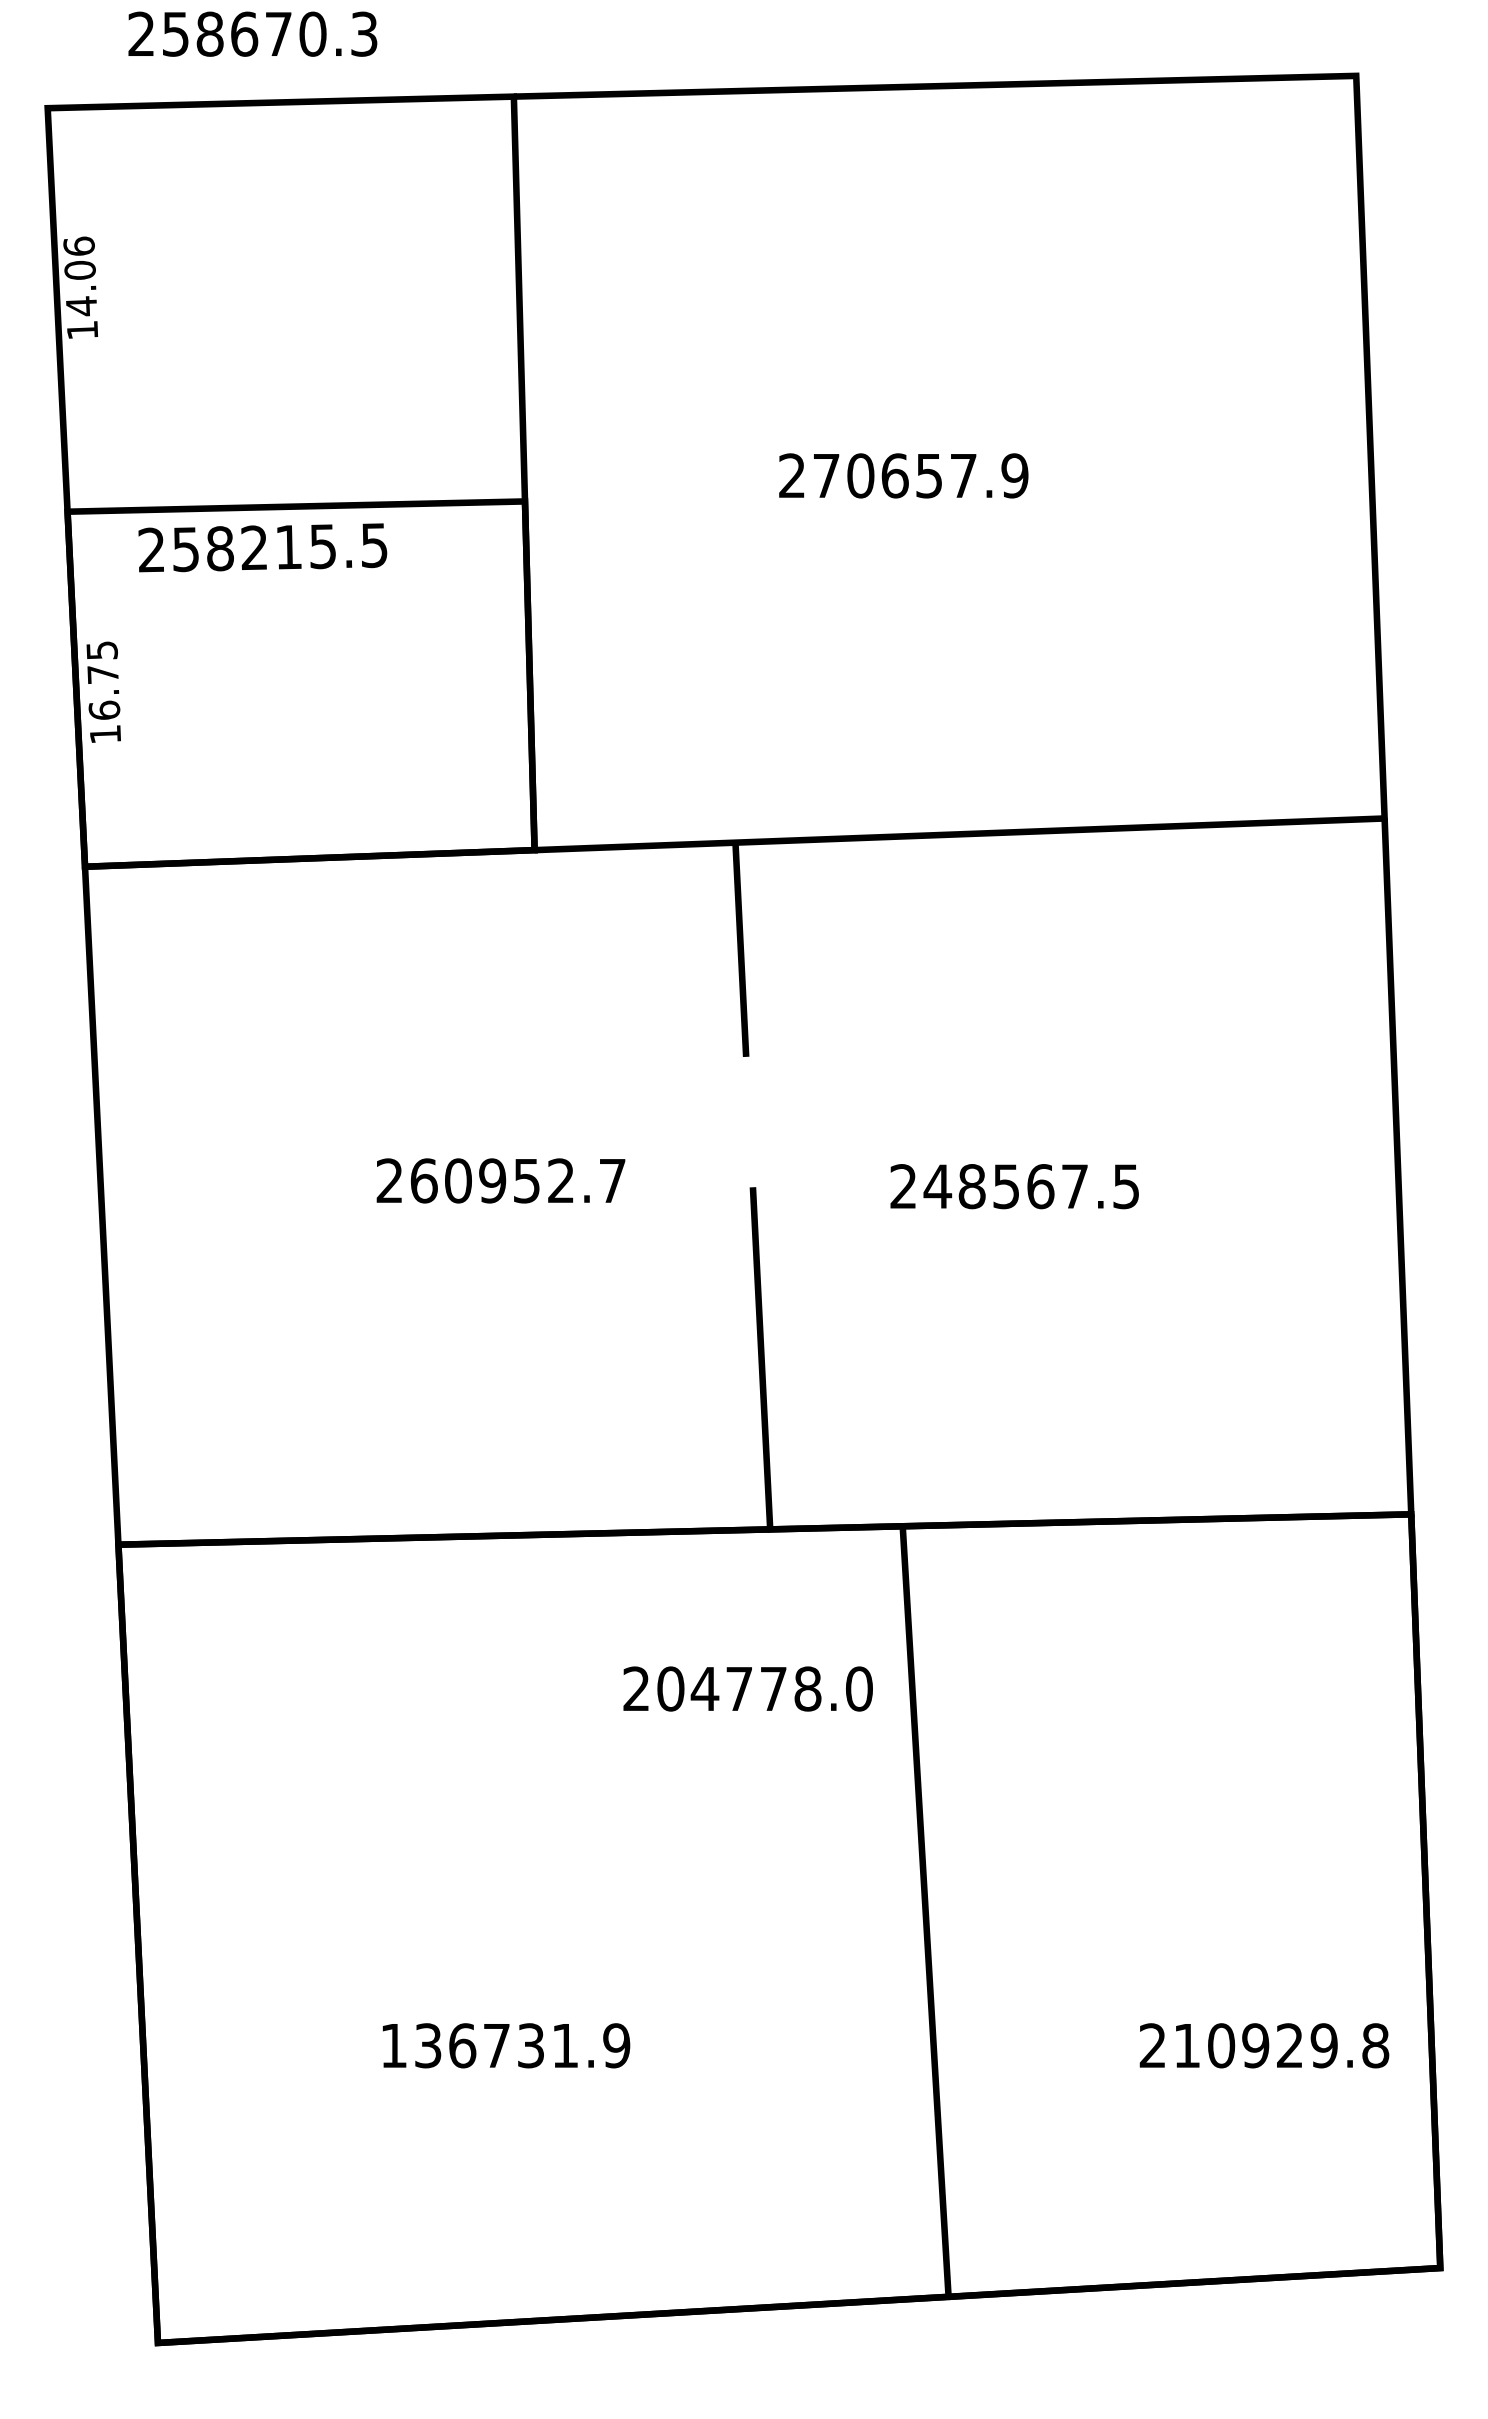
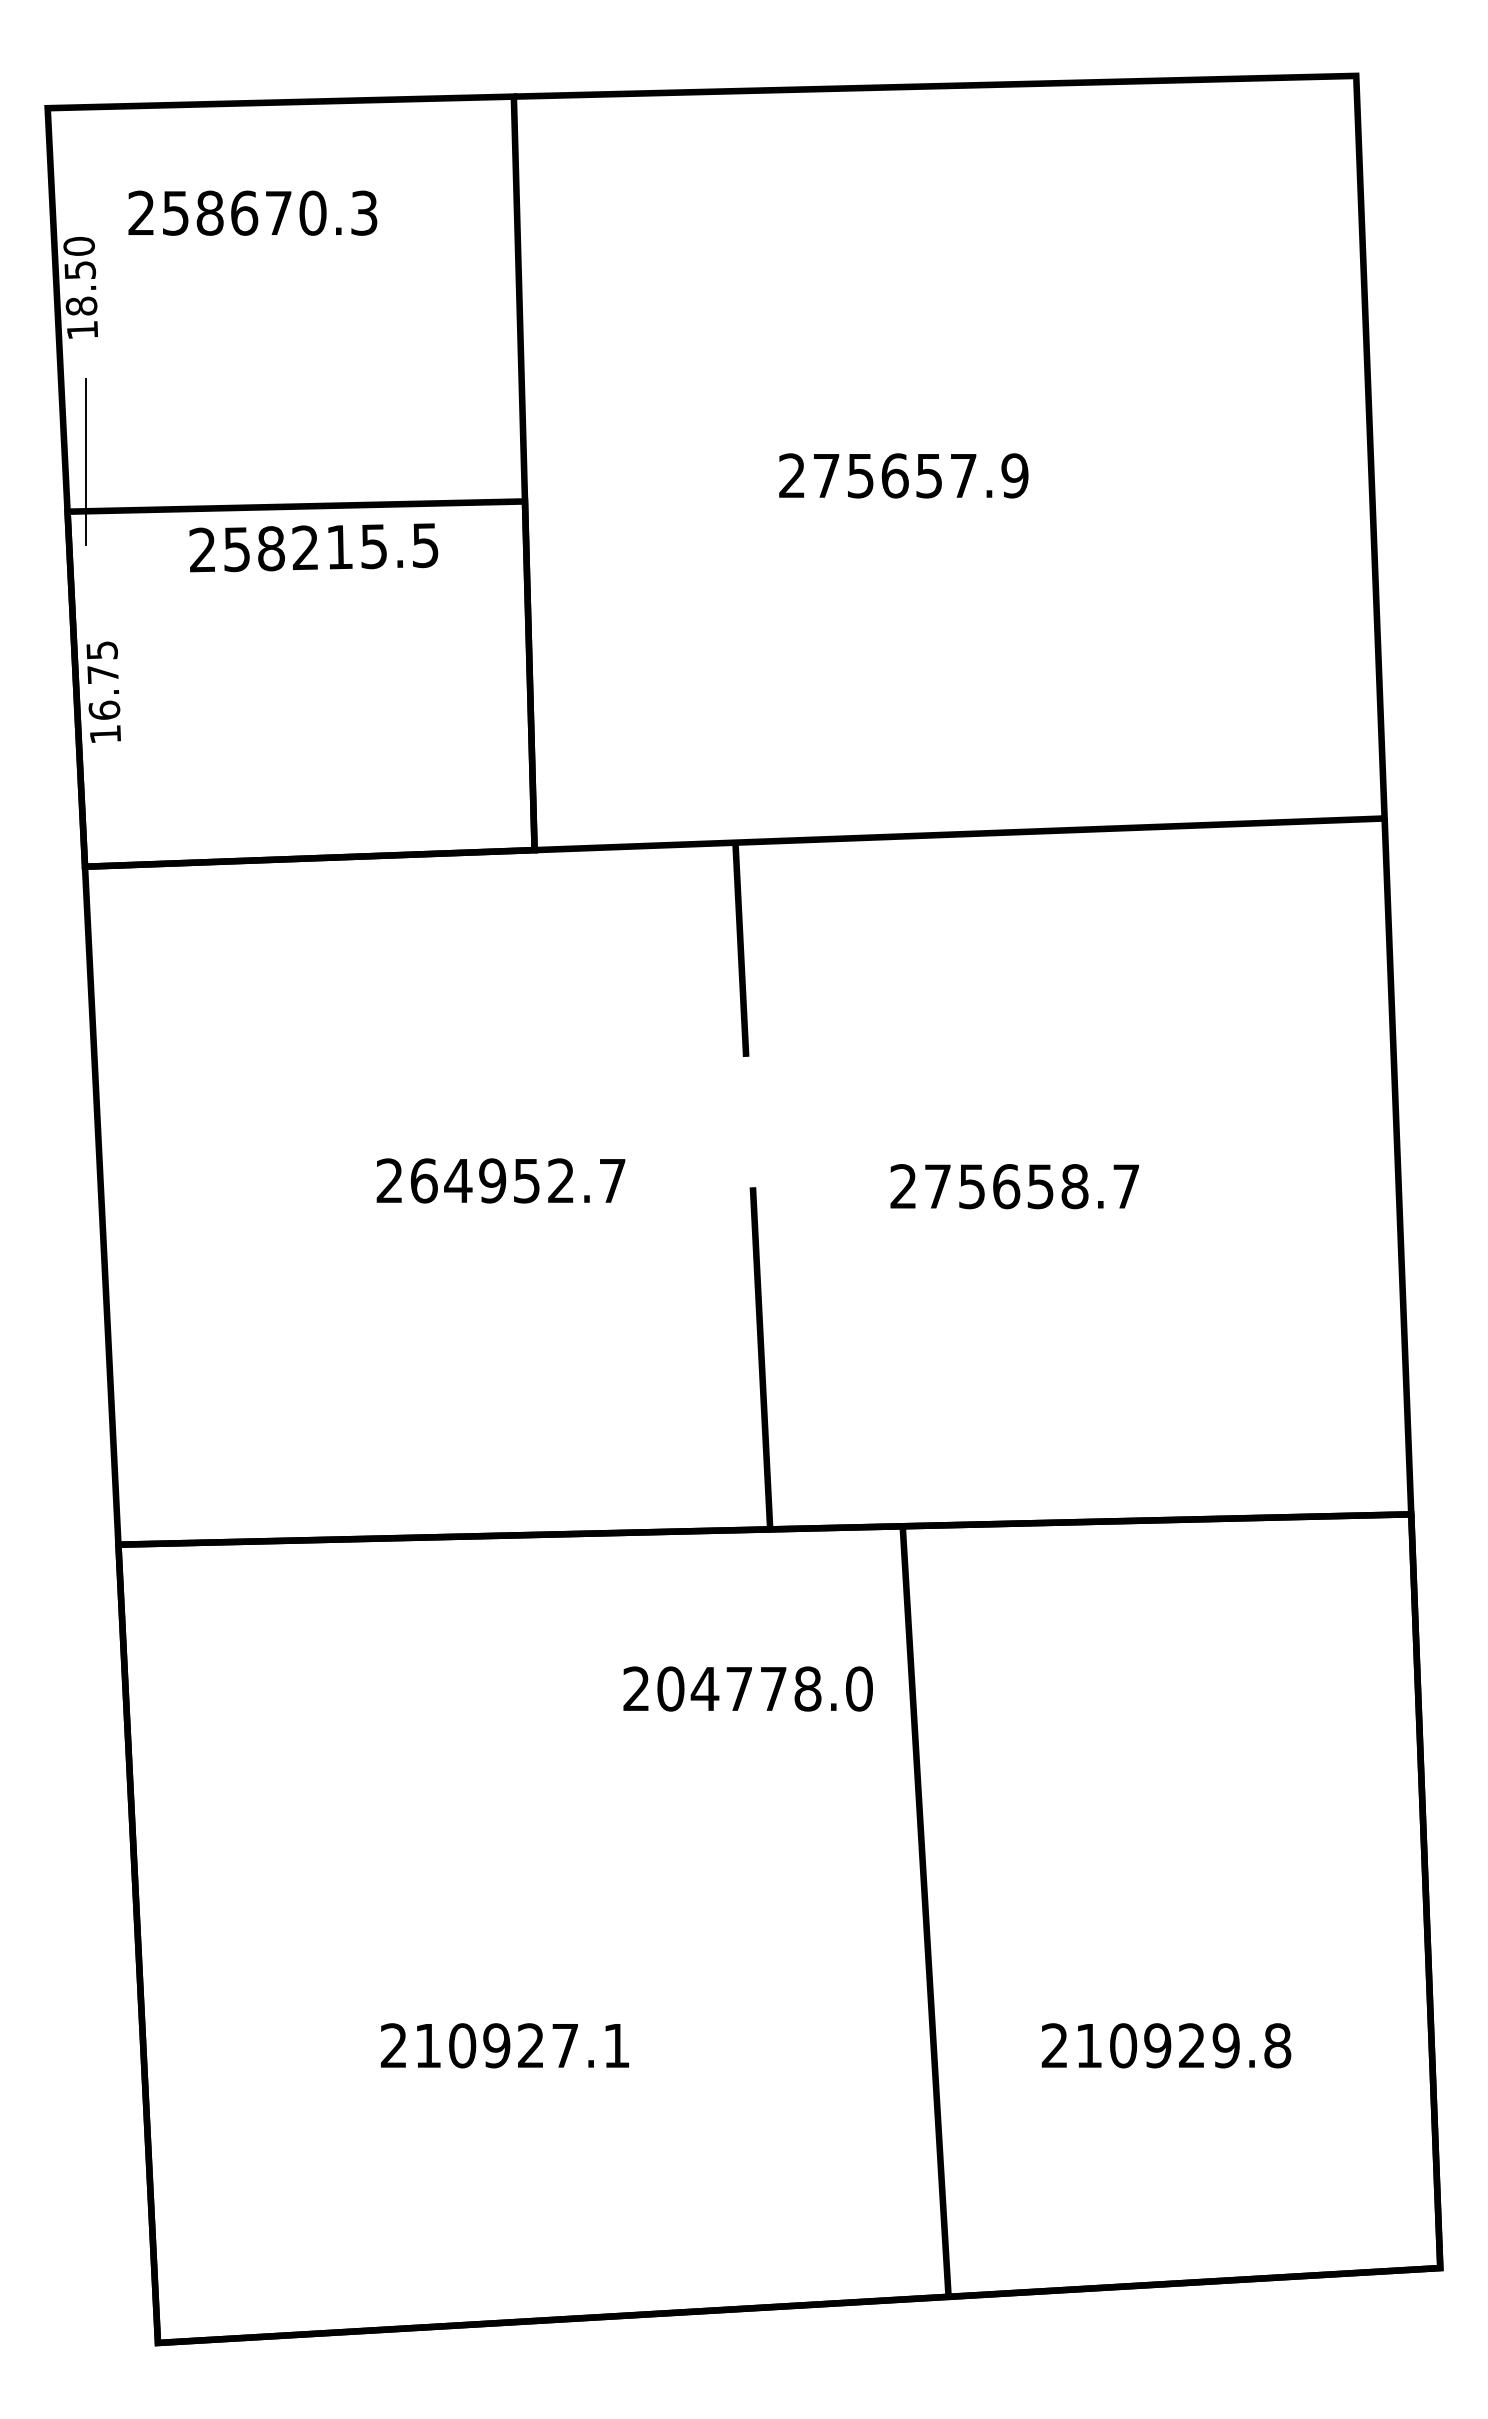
text at (252, 33) position: (252, 33) -> (252, 212)
text at (80, 276): 14.06 -> 18.50
line at (85, 461): none -> present
text at (860, 475): 270657.9 -> 275657.9
text at (262, 547) position: (262, 547) -> (313, 547)
text at (458, 1180): 260952.7 -> 264952.7
text at (1030, 1186): 248567.5 -> 275658.7
text at (505, 2045): 136731.9 -> 210927.1
text at (1264, 2045) position: (1264, 2045) -> (1166, 2045)
